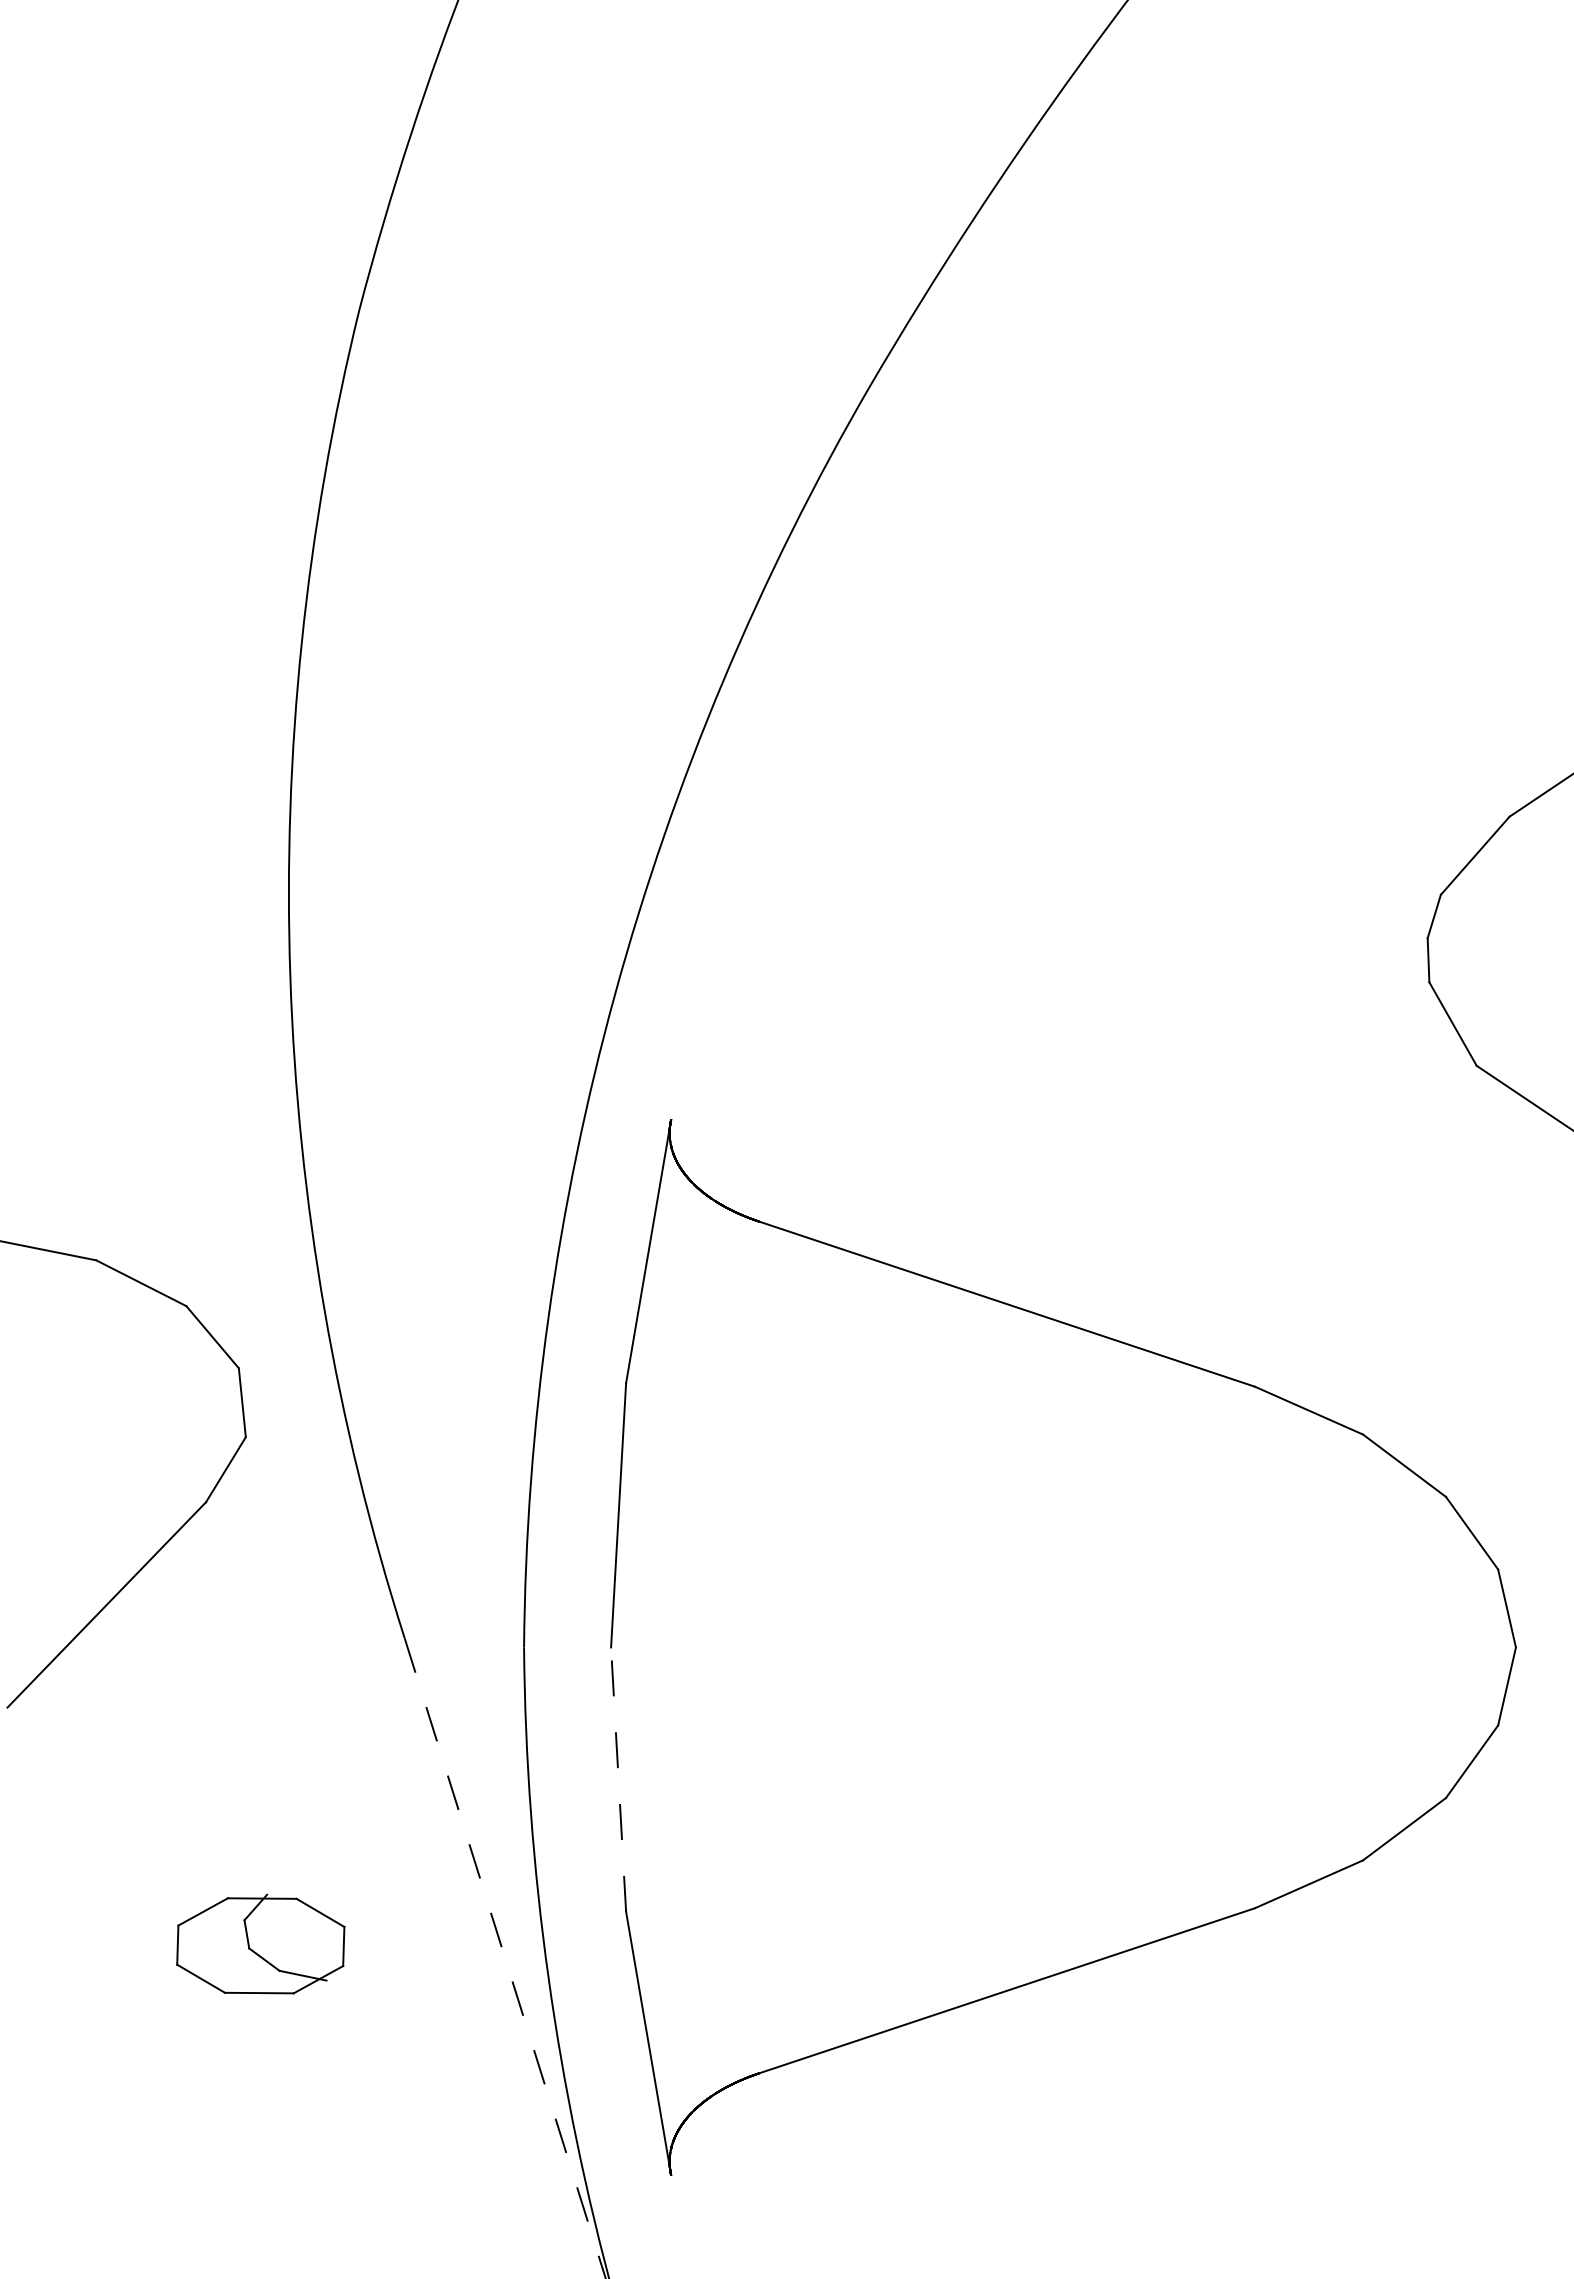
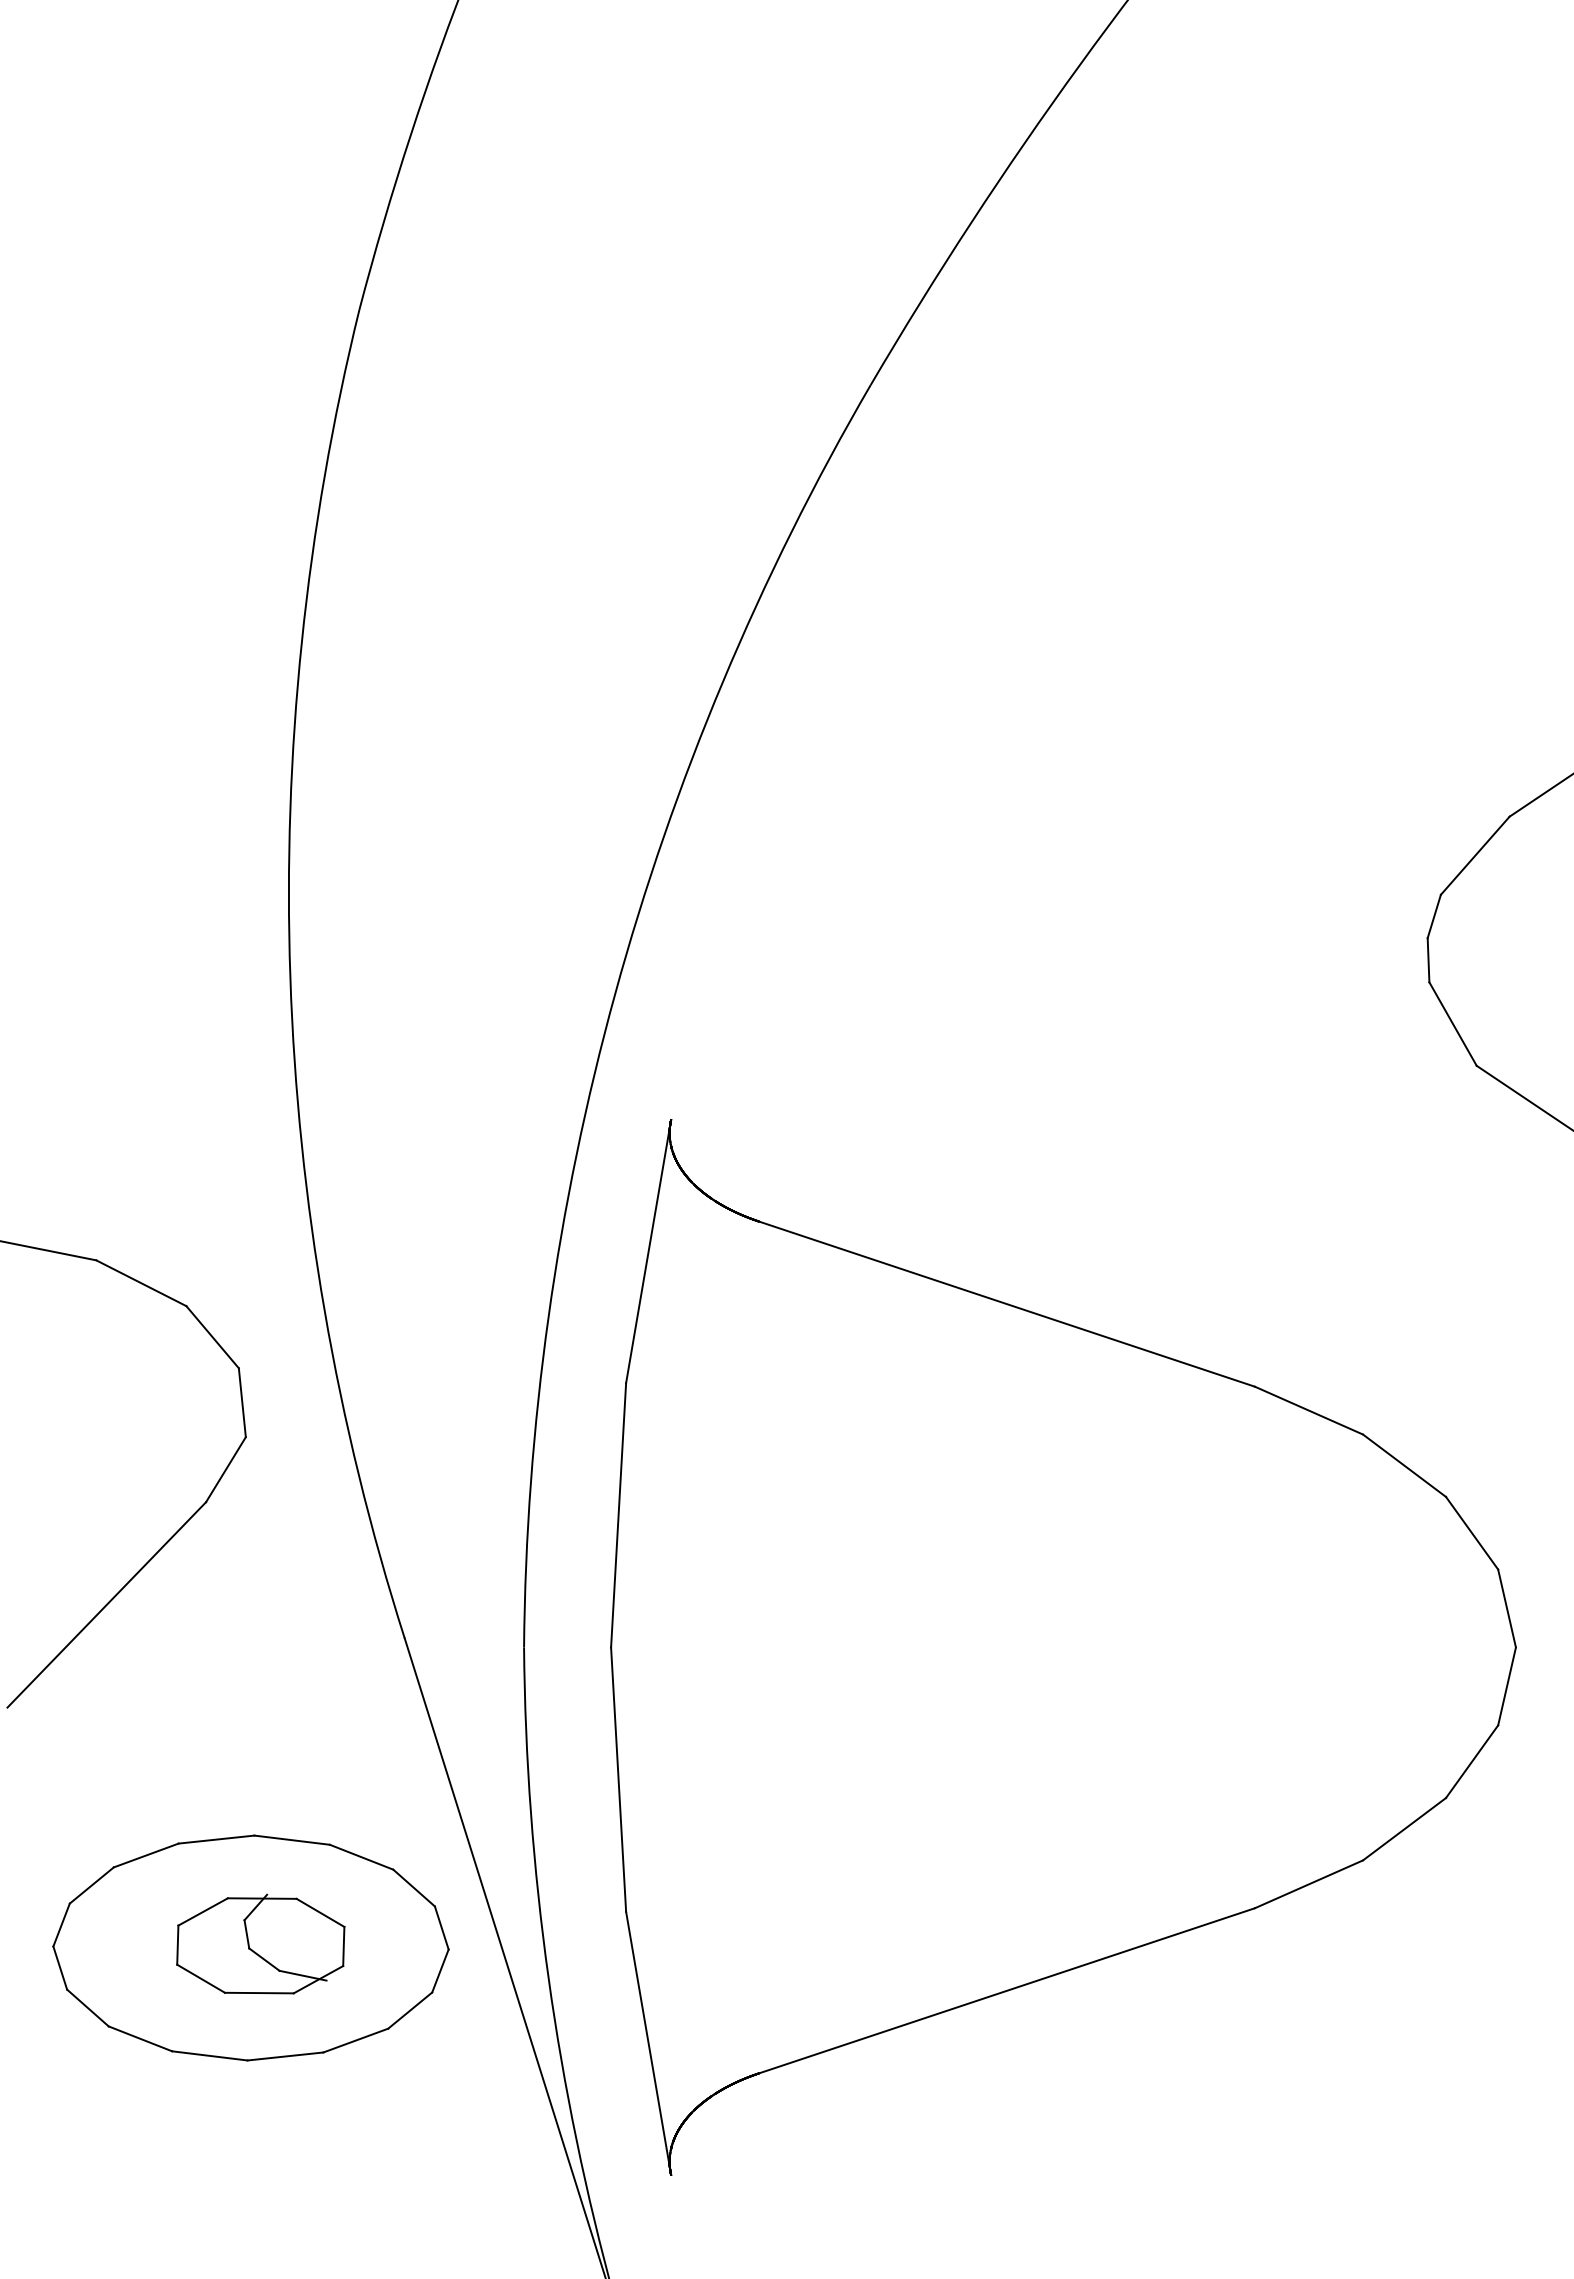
line at (618, 1779): dashed -> solid
part at (250, 1947): none -> present
line at (505, 1958): dashed -> solid
